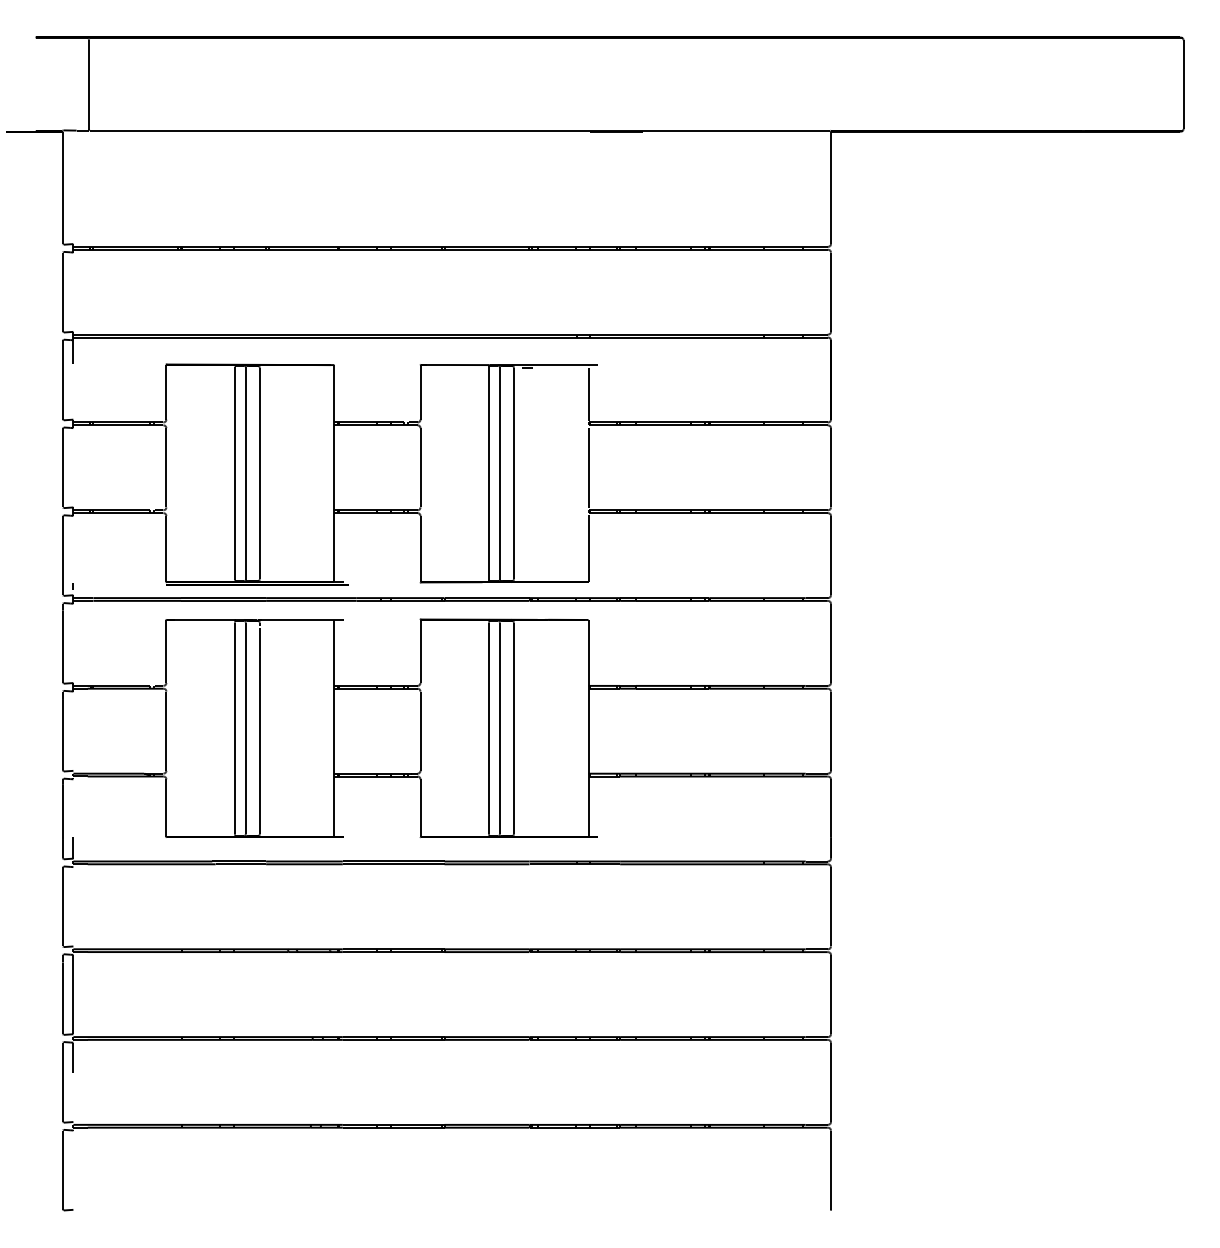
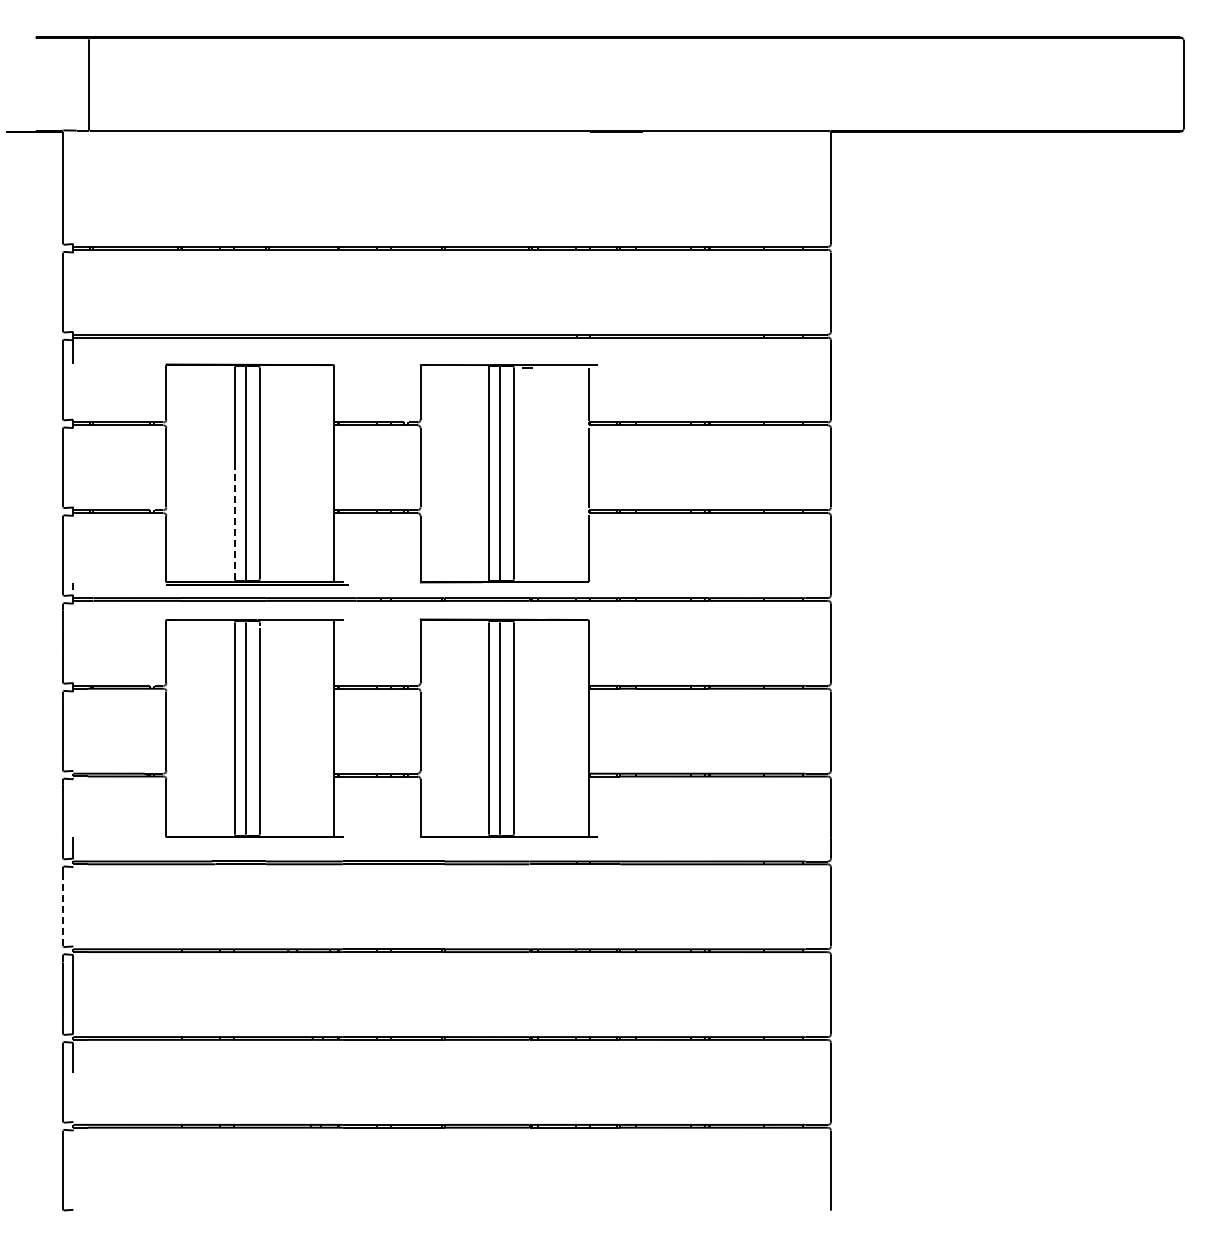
line at (234, 521): solid -> dashed
line at (63, 910): solid -> dashed
